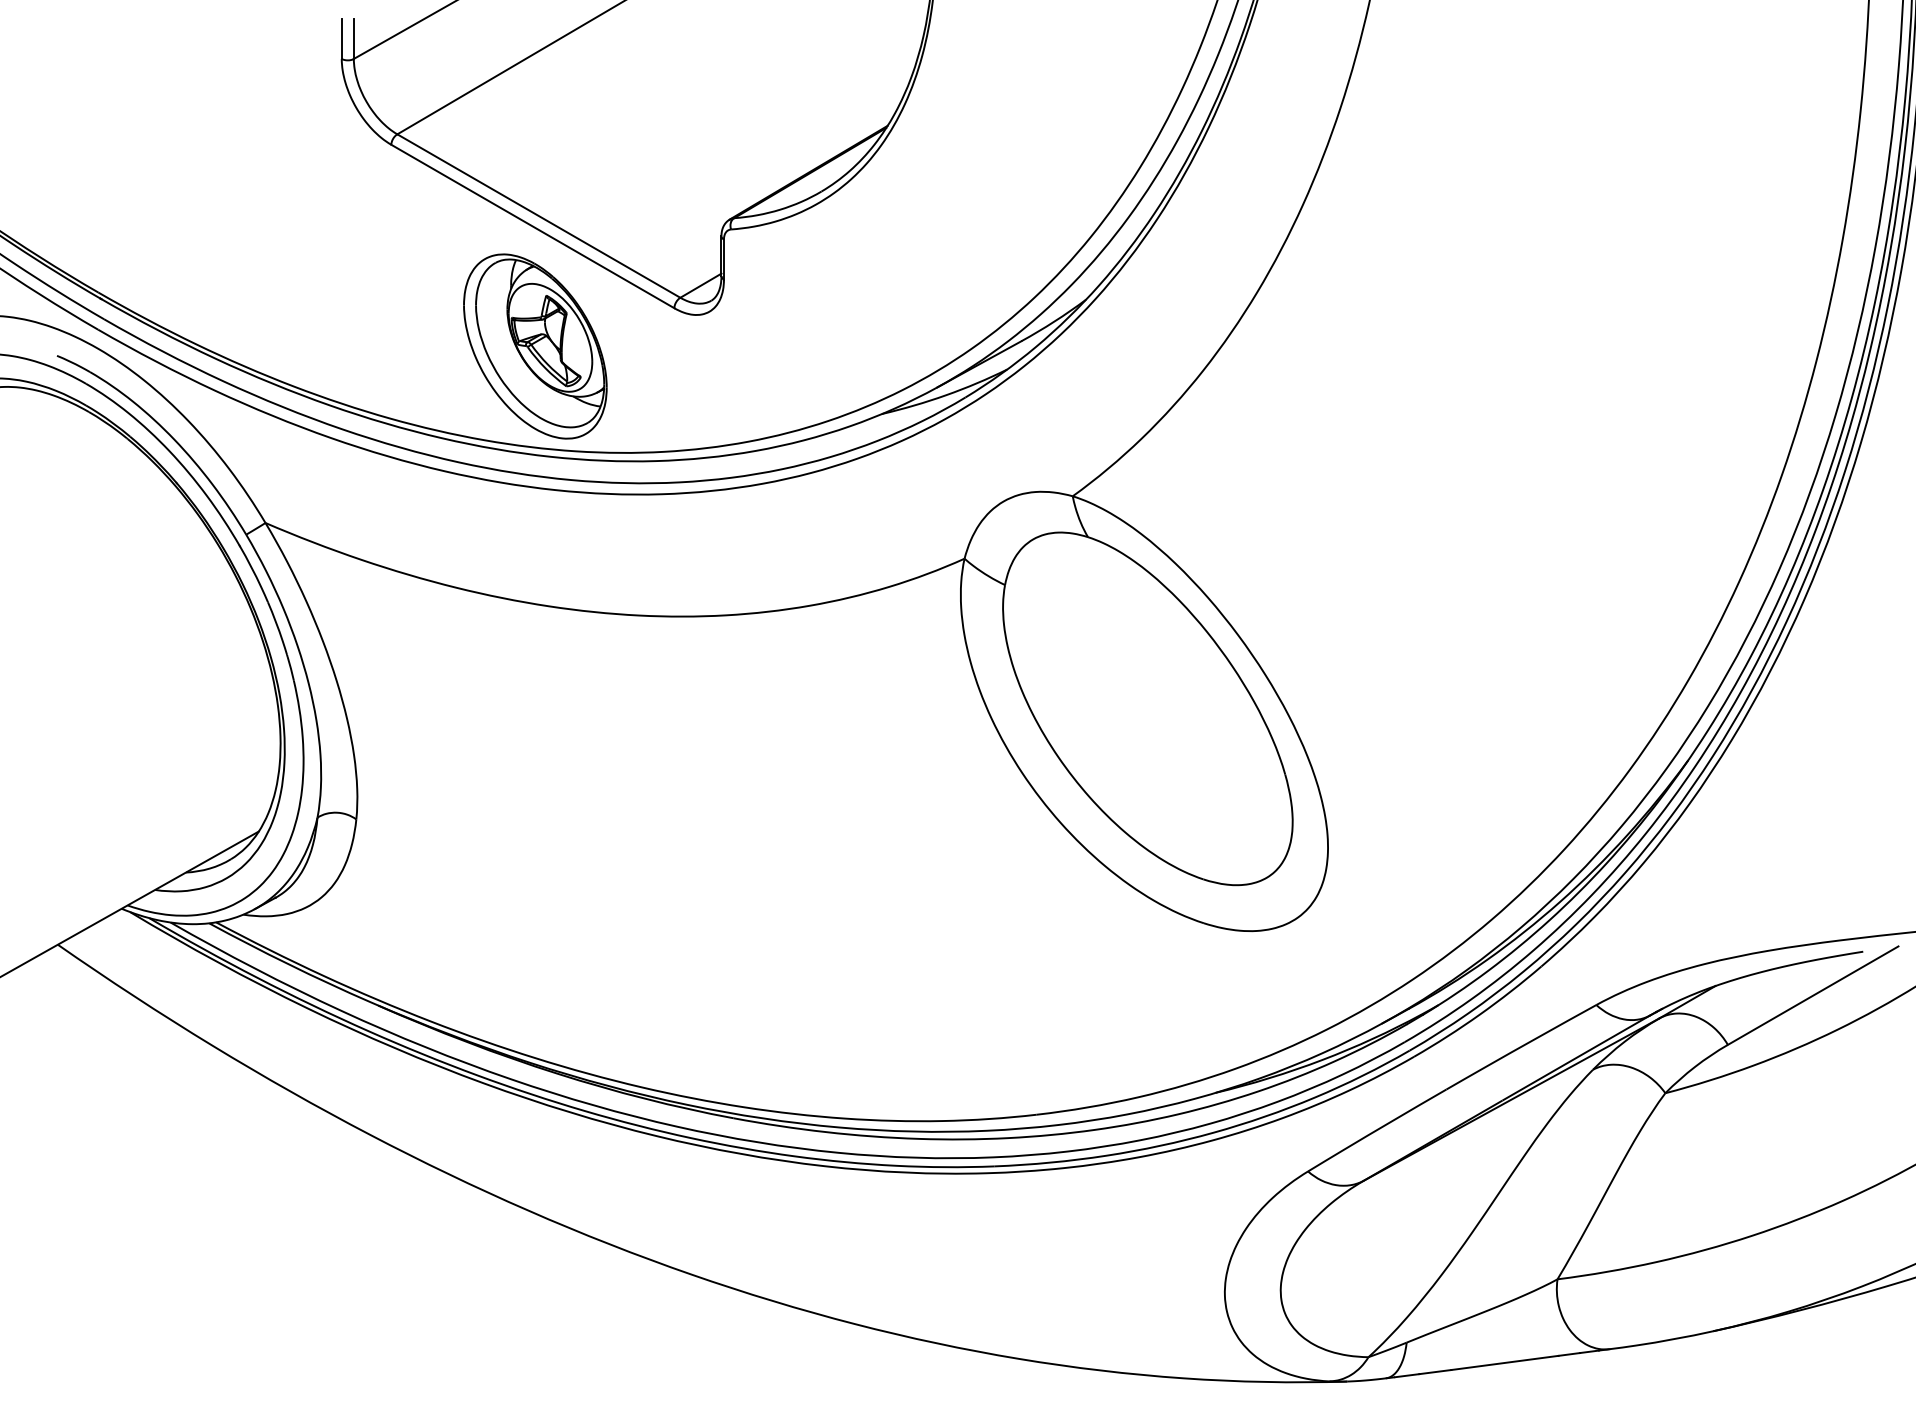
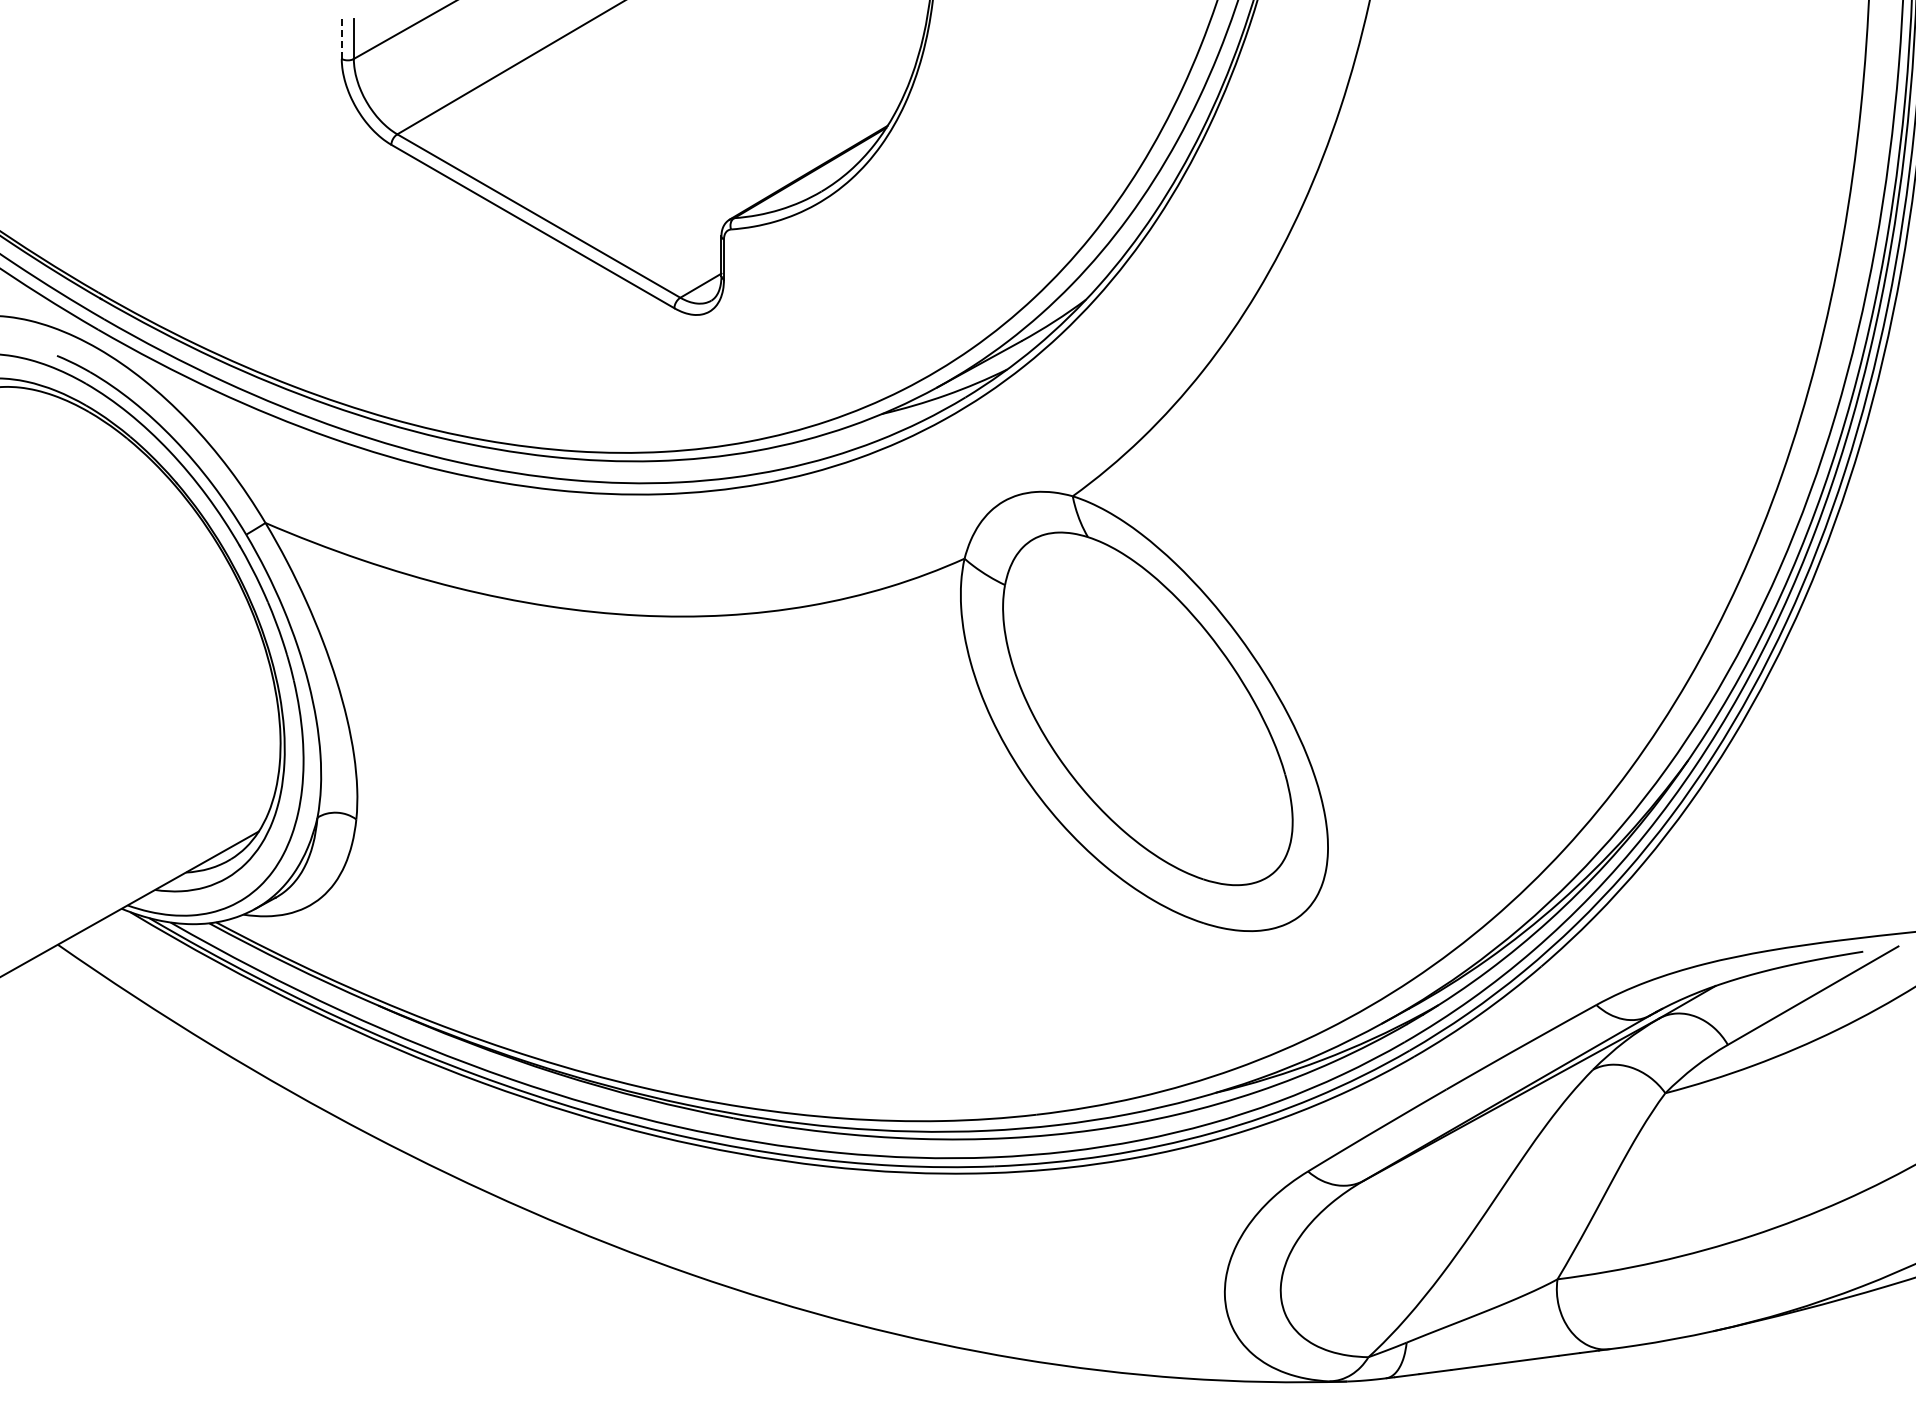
line at (341, 39): solid -> dashed
part at (535, 346): present -> none
